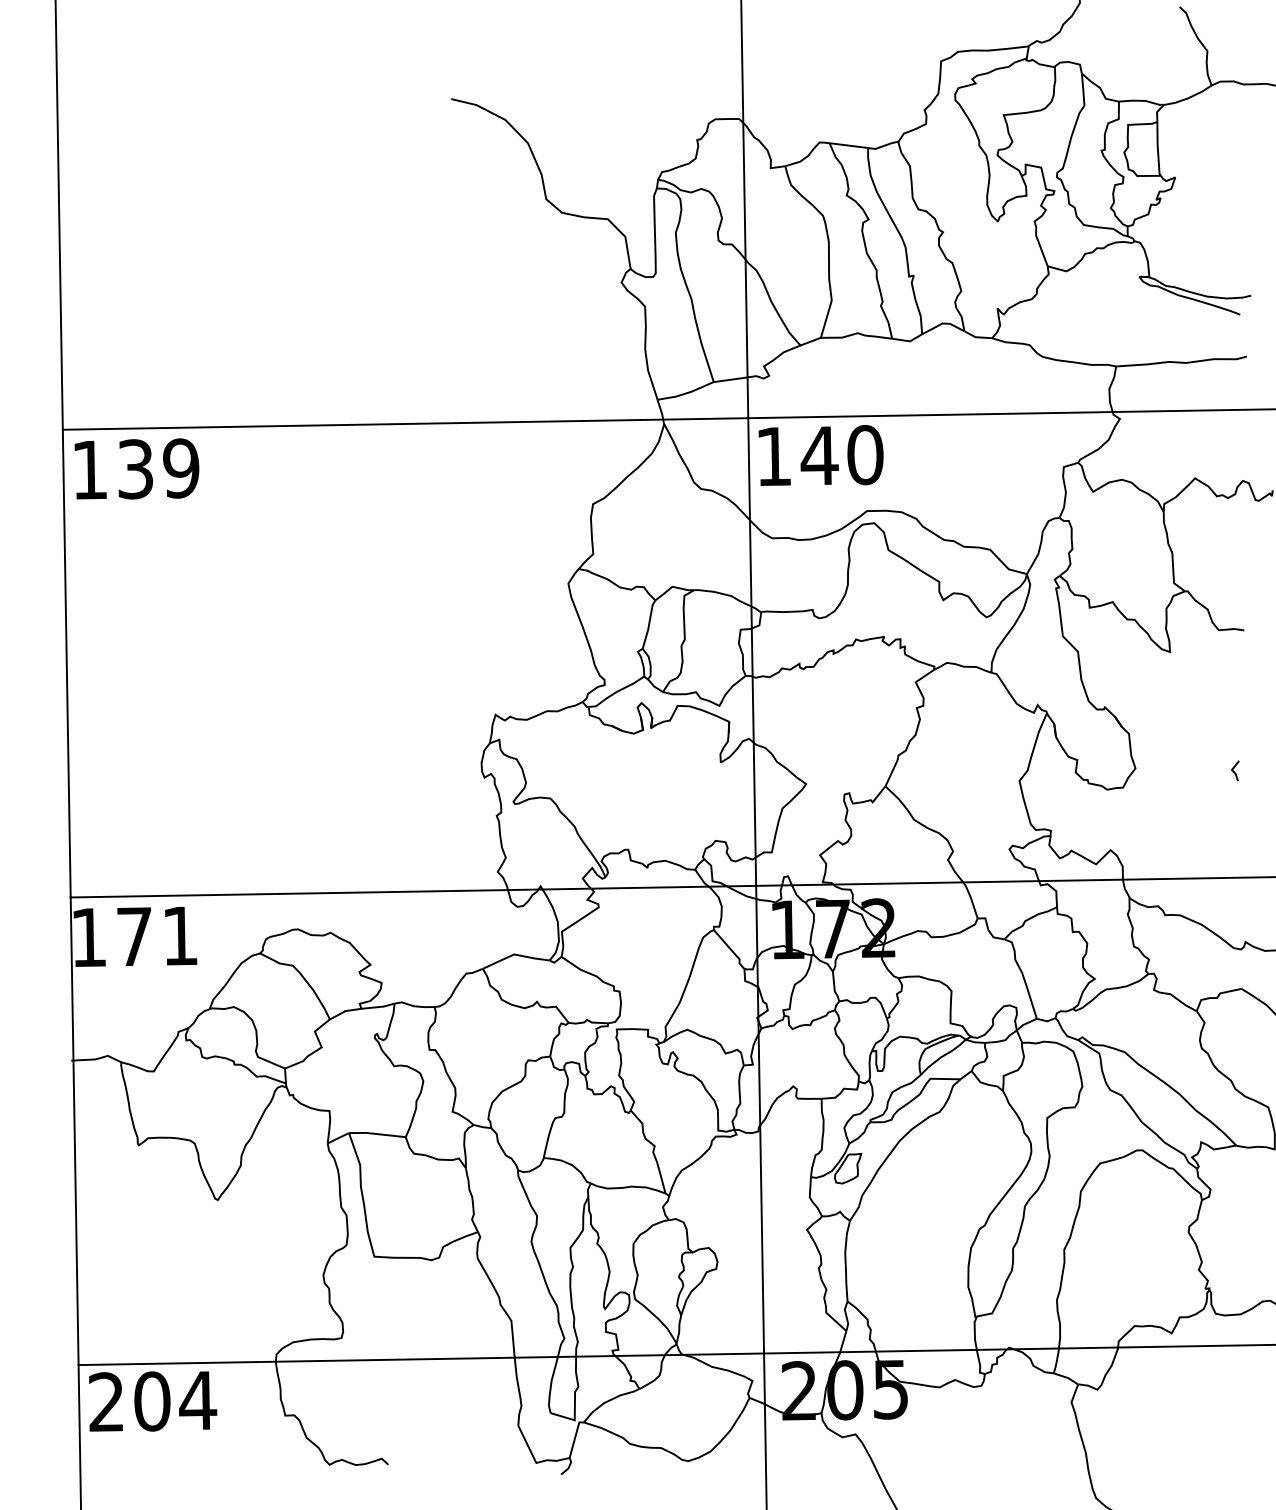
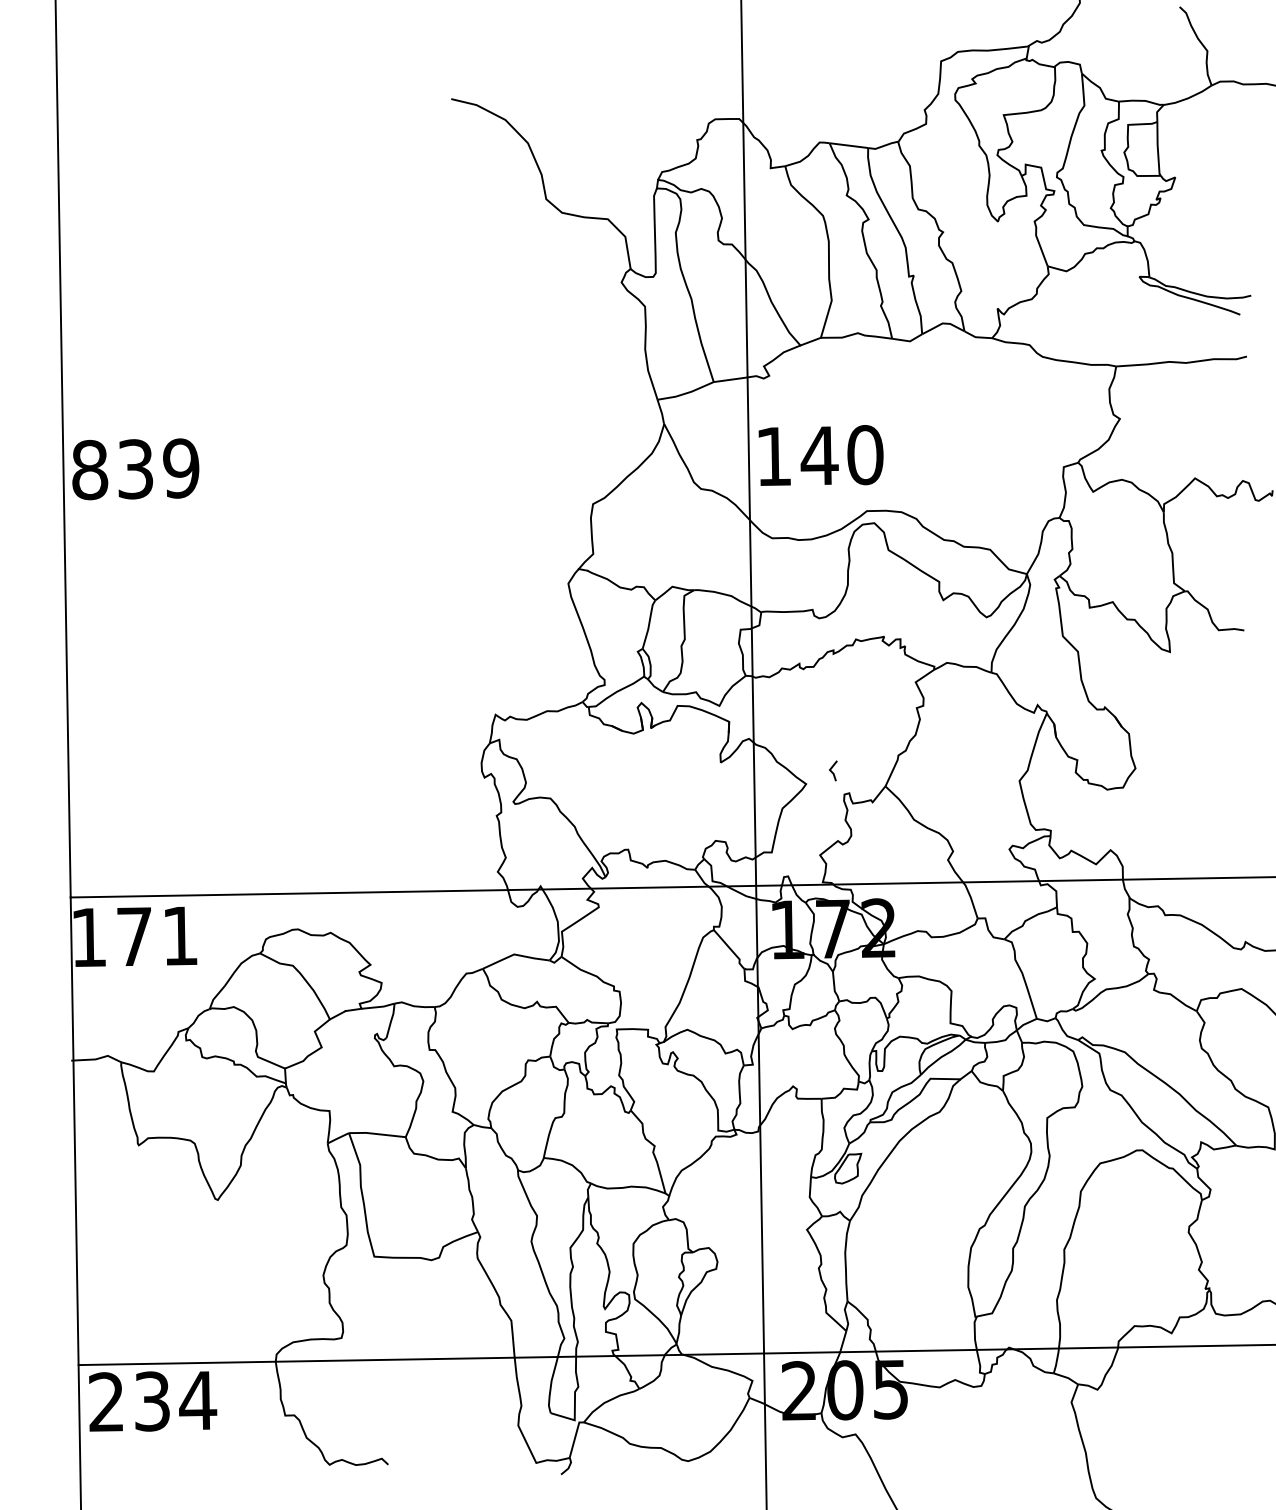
line at (667, 419): present -> none
text at (90, 469): 139 -> 839
line at (1234, 771) position: (1234, 771) -> (832, 771)
text at (152, 1401): 204 -> 234
